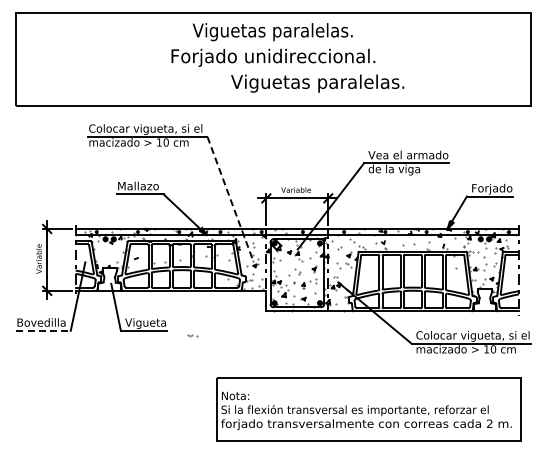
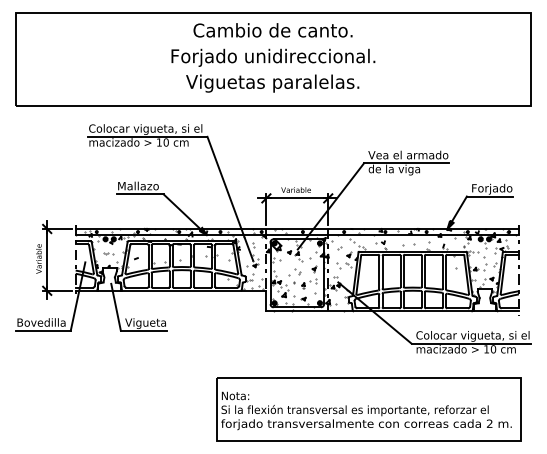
text at (272, 32): Viguetas paralelas. -> Cambio de canto.
text at (317, 83) position: (317, 83) -> (272, 83)
line at (230, 199): dashed -> solid
line at (44, 330): dashed -> solid
part at (192, 335) position: (192, 335) -> (108, 253)
